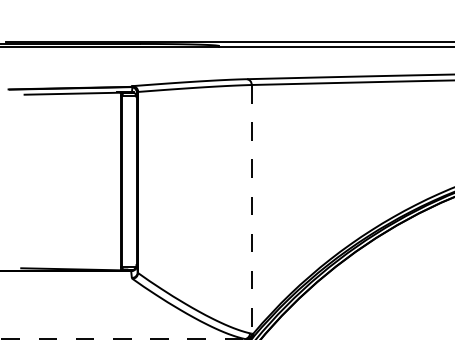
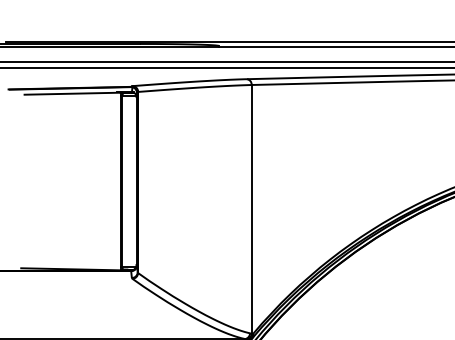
line at (226, 62): none -> present
line at (226, 67): none -> present
line at (251, 209): dashed -> solid
line at (123, 339): dashed -> solid
